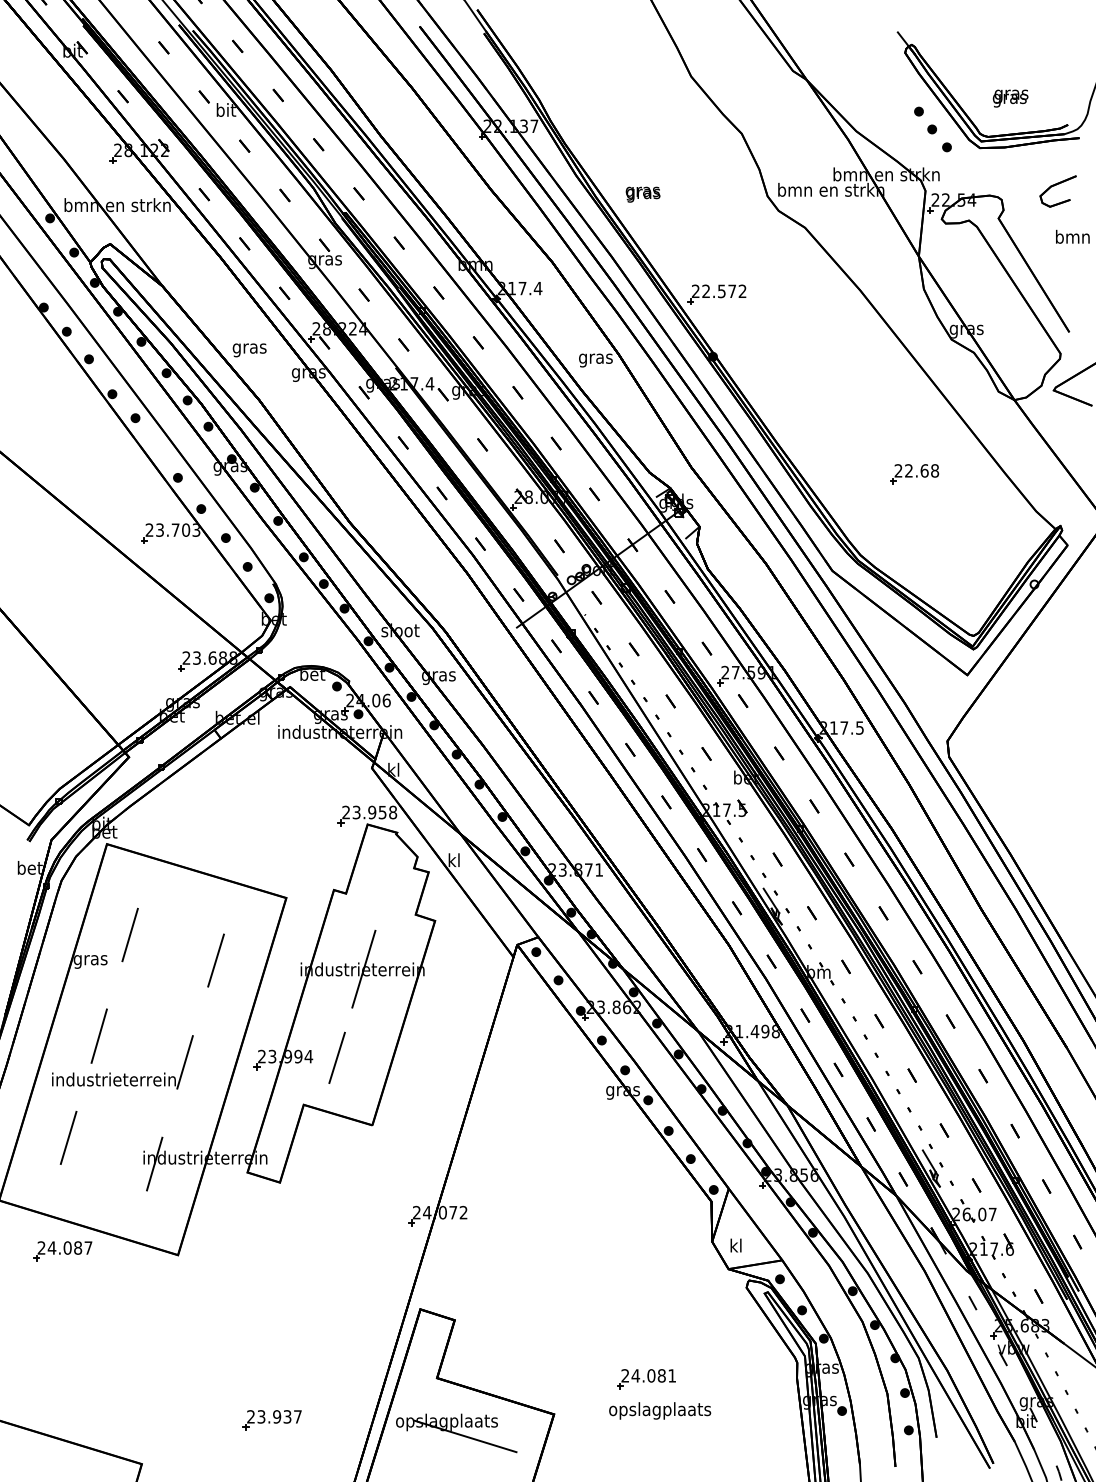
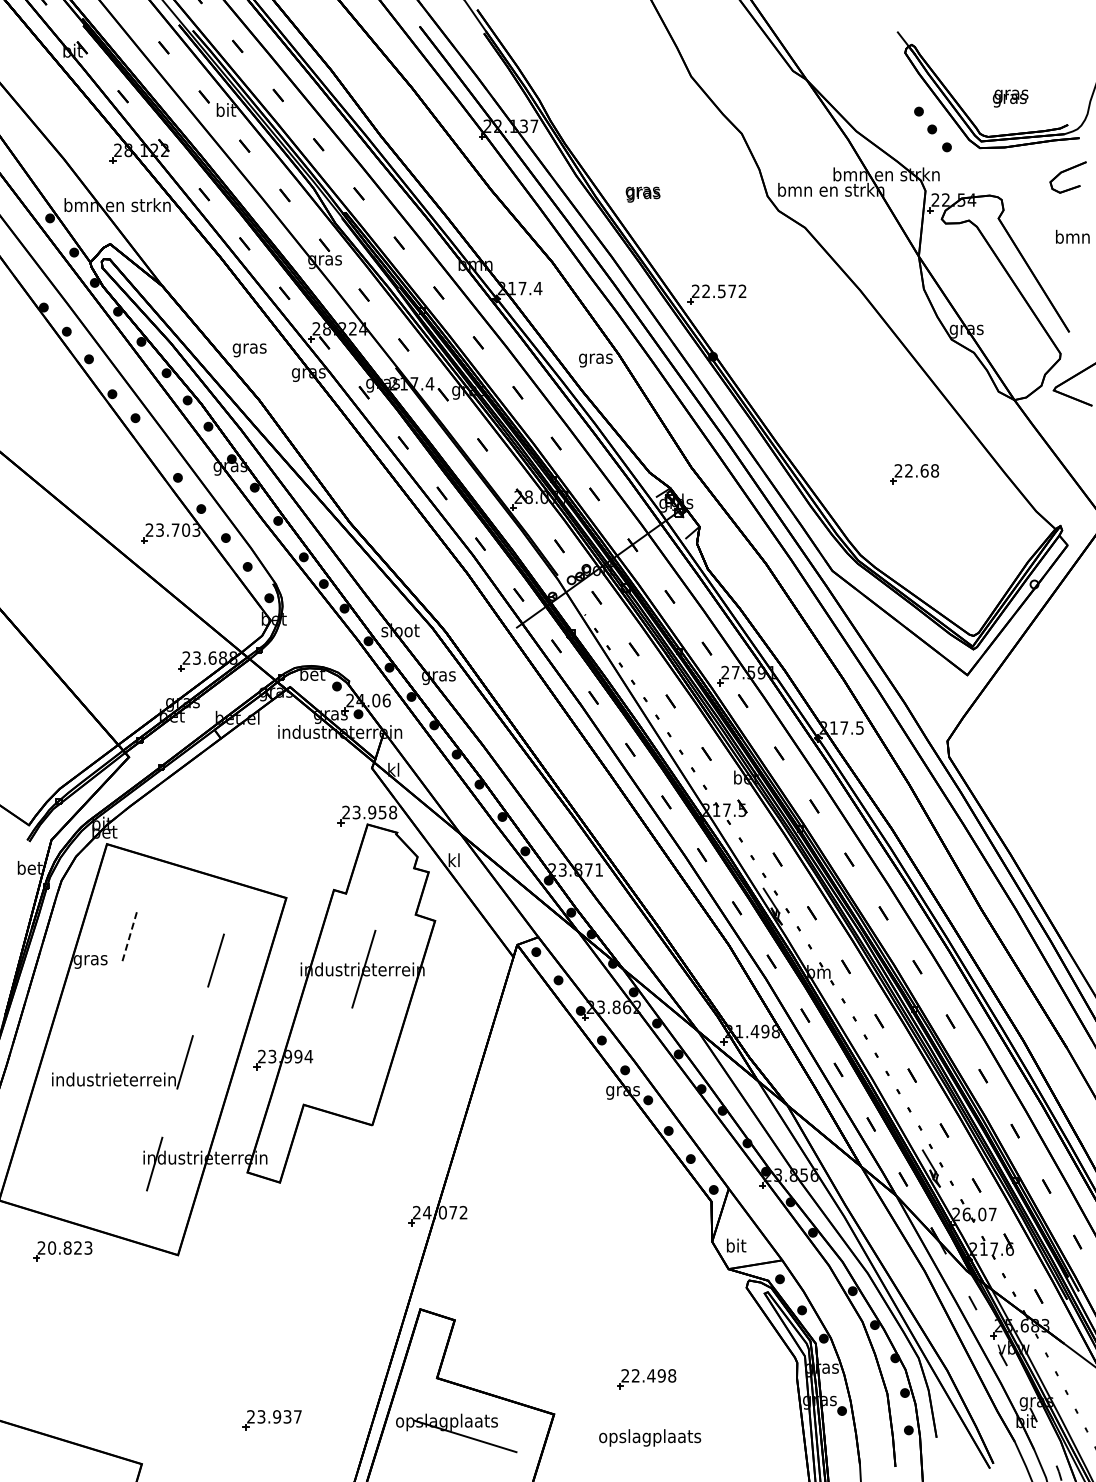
part at (1057, 191) position: (1057, 191) -> (1067, 177)
line at (130, 934): solid -> dashed
line at (98, 1035): present -> none
line at (336, 1057): present -> none
line at (68, 1137): present -> none
text at (736, 1245): kl -> bit
text at (69, 1247): 24.087 -> 20.823
text at (653, 1375): 24.081 -> 22.498
text at (660, 1410) position: (660, 1410) -> (650, 1437)
